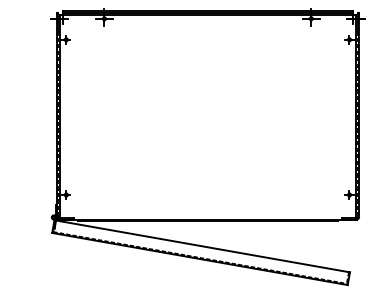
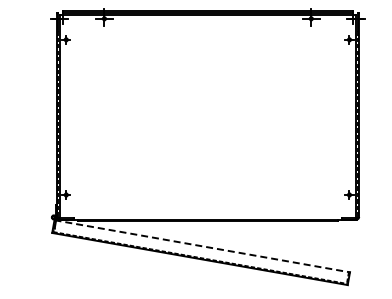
line at (201, 246): solid -> dashed
